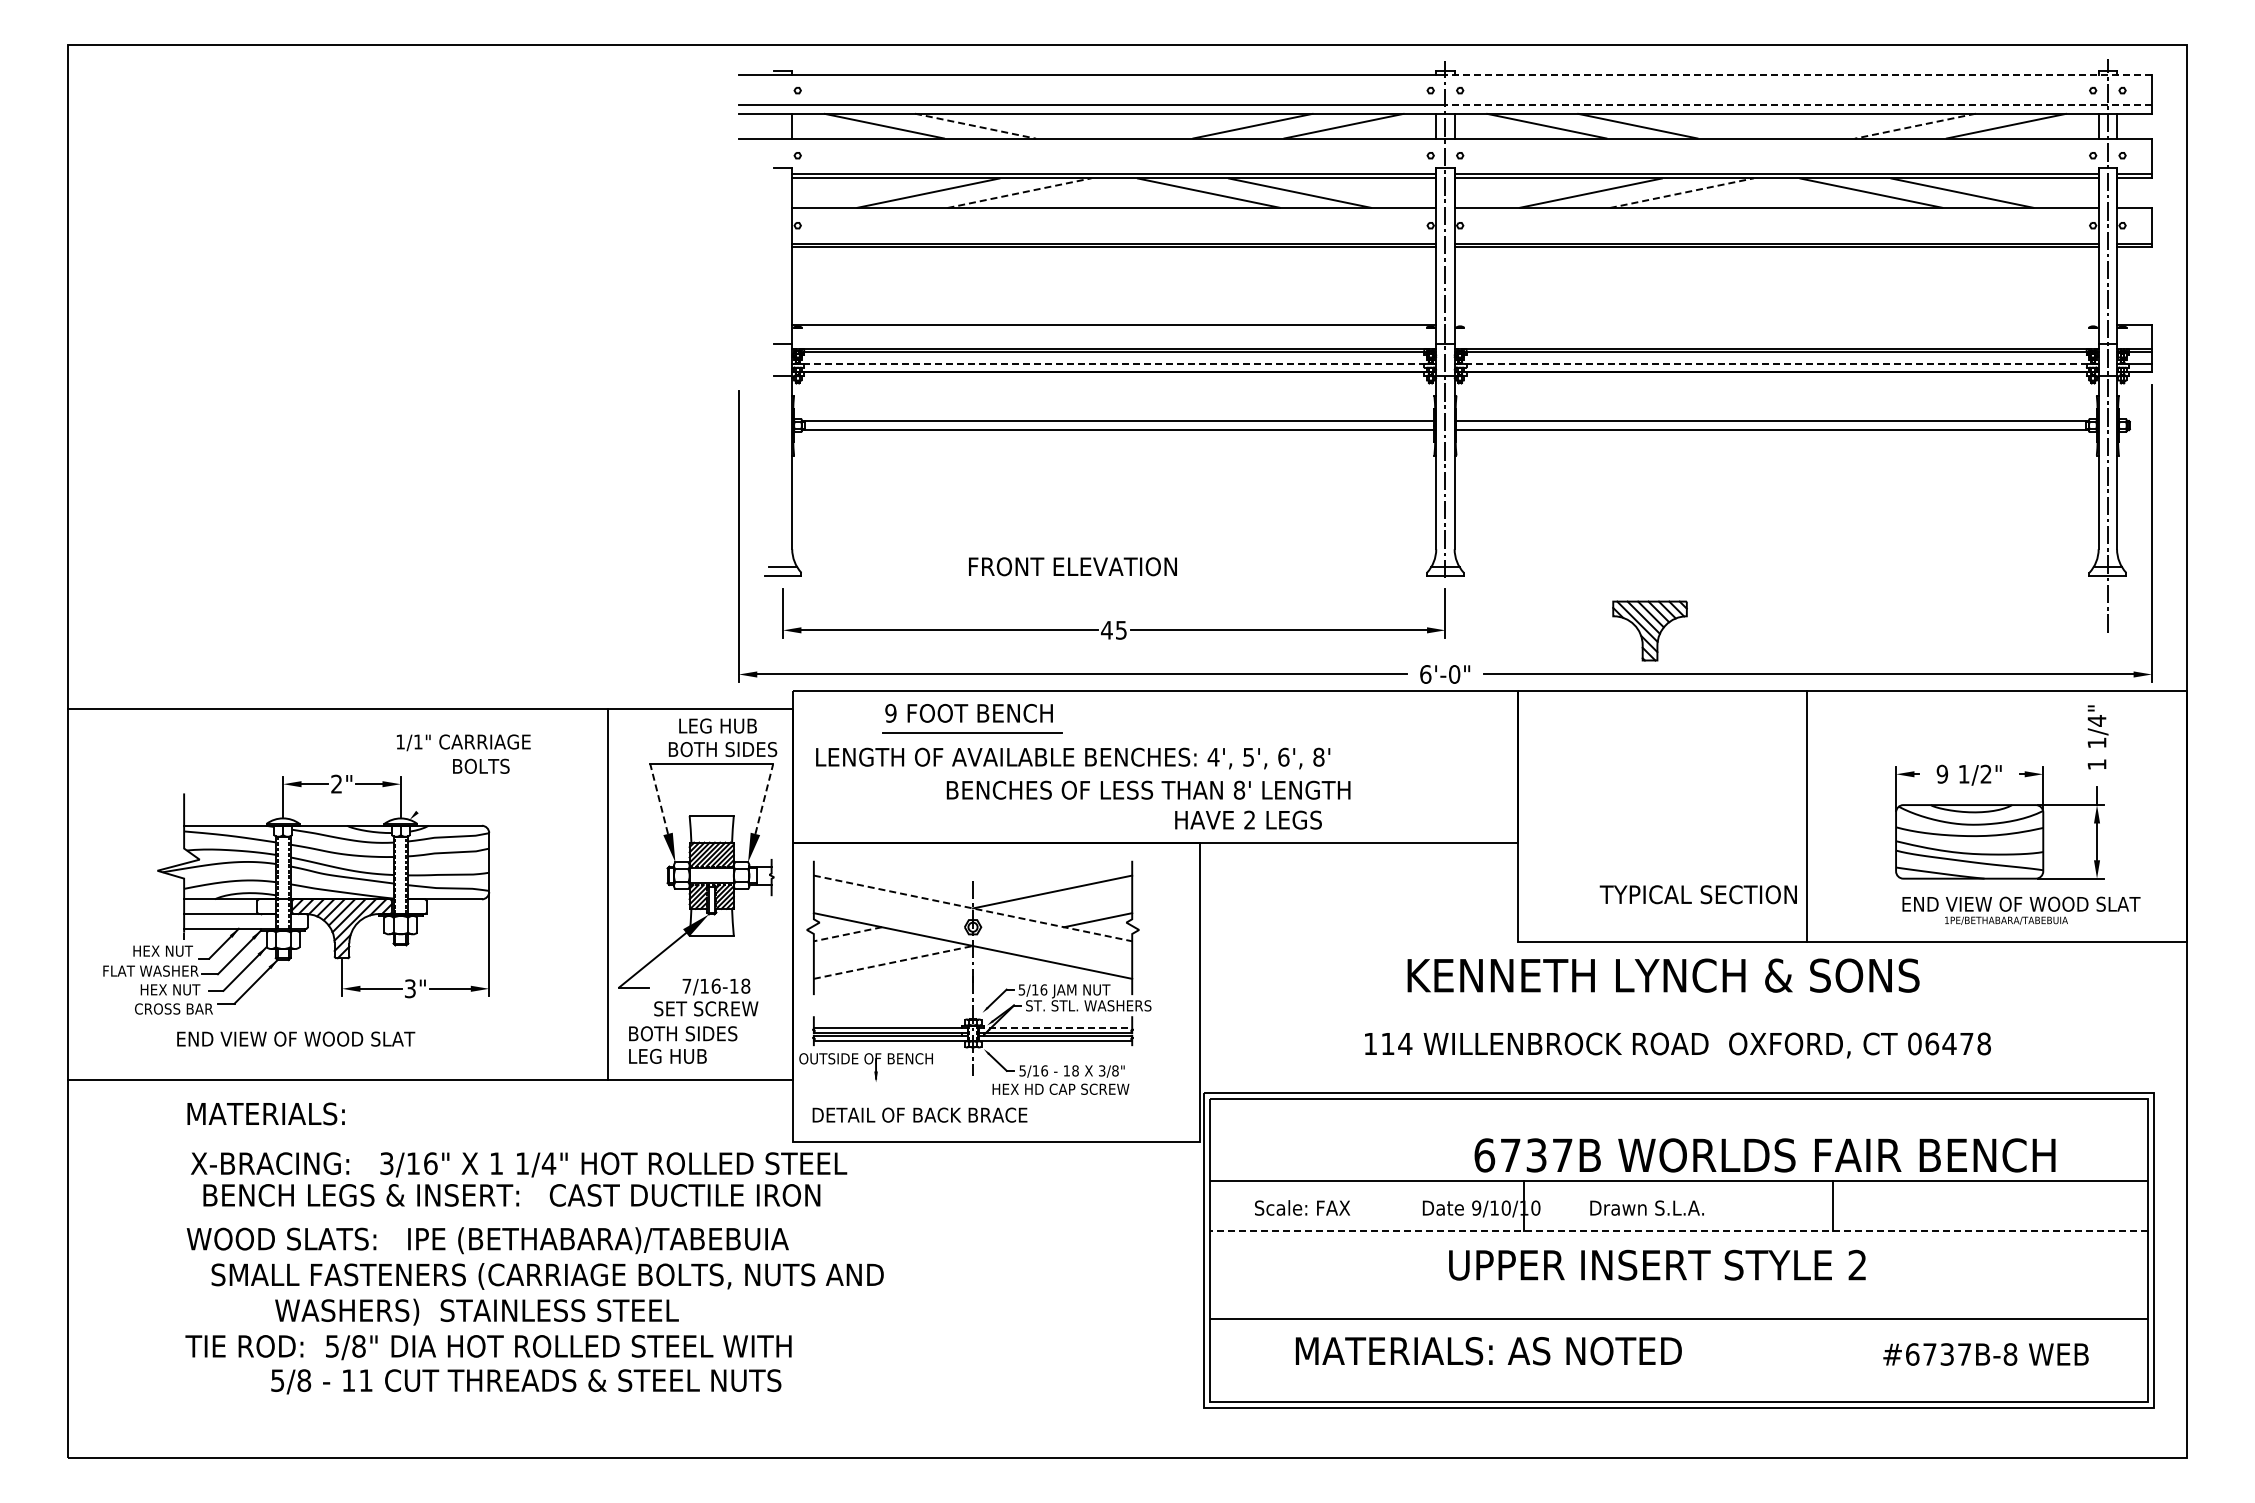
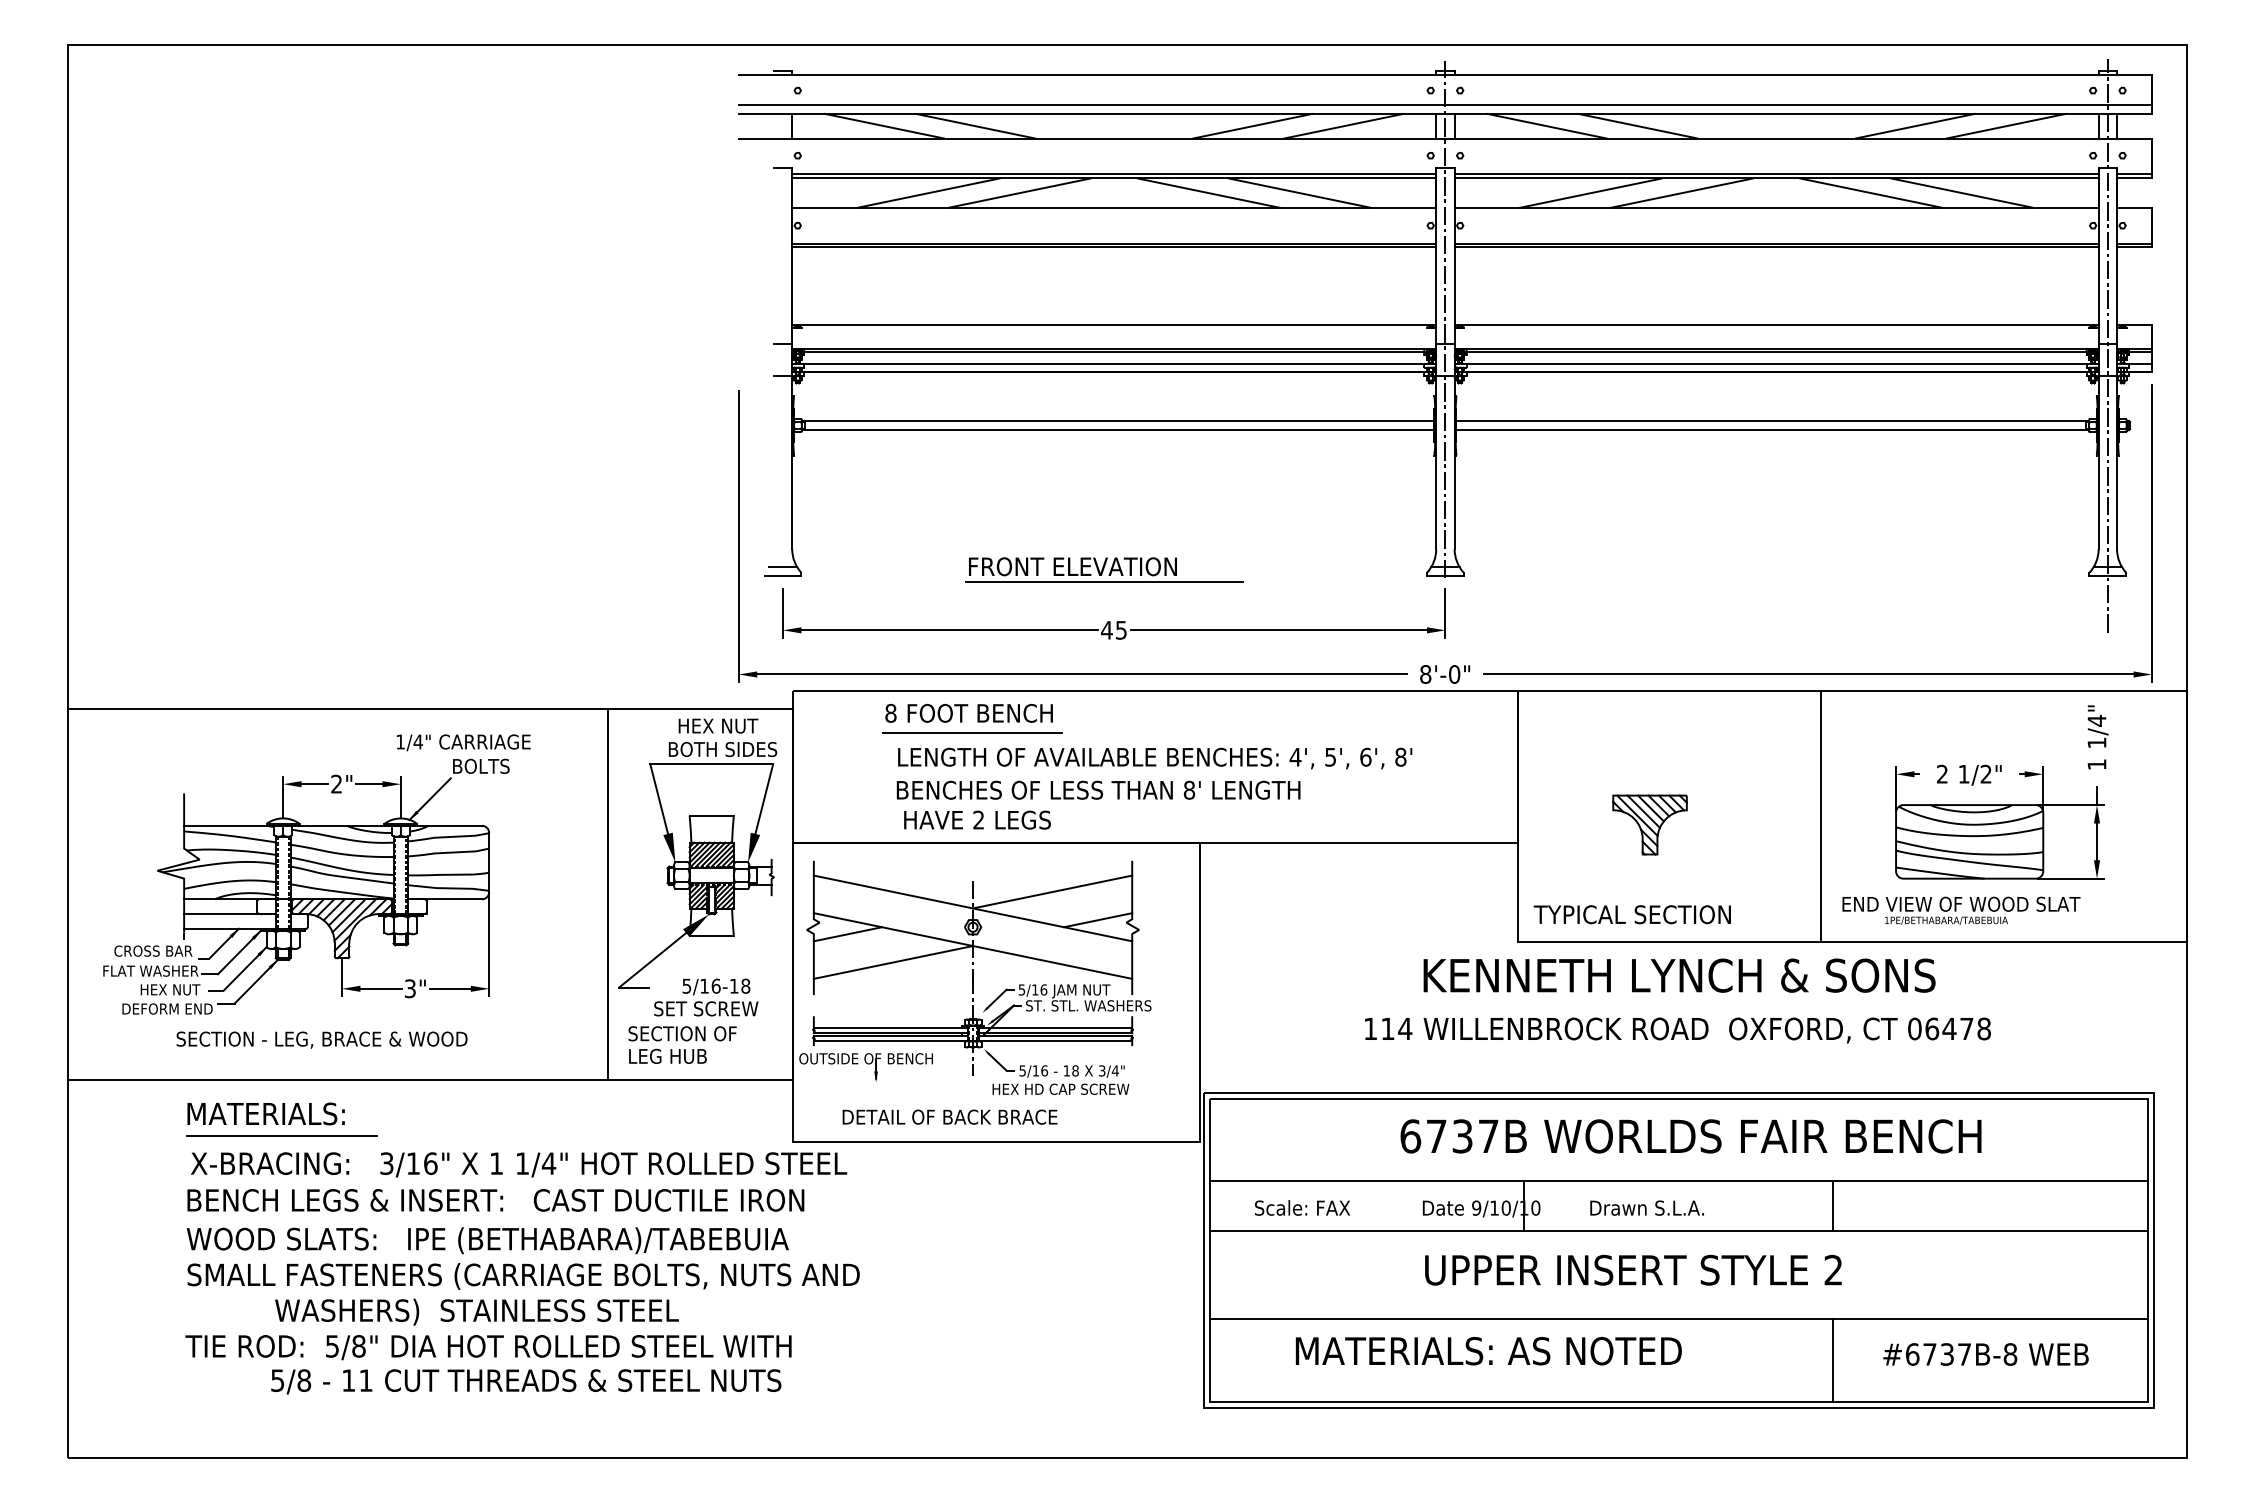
line at (1798, 74): dashed -> solid
line at (1798, 105): dashed -> solid
line at (975, 126): dashed -> solid
line at (1915, 126): dashed -> solid
line at (1019, 193): dashed -> solid
line at (1681, 193): dashed -> solid
line at (1776, 325): none -> present
line at (1114, 364): dashed -> solid
line at (1776, 364): dashed -> solid
line at (1104, 582): none -> present
part at (1649, 630) position: (1649, 630) -> (1649, 824)
text at (1425, 674): 6'-0" -> 8'-0"
text at (890, 713): 9 -> 8
text at (718, 725): LEG HUB -> HEX NUT
text at (417, 741): 1/1" -> 1/4"
text at (1073, 758) position: (1073, 758) -> (1155, 758)
text at (1942, 773): 9 -> 2
text at (1148, 789) position: (1148, 789) -> (1098, 789)
line at (429, 798): none -> present
line at (659, 799): dashed -> solid
line at (764, 799): dashed -> solid
line at (1807, 816) position: (1807, 816) -> (1821, 816)
text at (1248, 819) position: (1248, 819) -> (977, 819)
text at (1697, 894) position: (1697, 894) -> (1631, 914)
line at (973, 908): dashed -> solid
text at (2021, 910) position: (2021, 910) -> (1961, 910)
line at (847, 934): dashed -> solid
text at (153, 950): HEX NUT -> CROSS BAR
line at (893, 962): dashed -> solid
text at (1663, 975) position: (1663, 975) -> (1679, 975)
text at (686, 986): 7/16-18 -> 5/16-18
text at (167, 1008): CROSS BAR -> DEFORM END
line at (1055, 1027): dashed -> solid
text at (682, 1033): BOTH SIDES -> SECTION OF
text at (321, 1039): END VIEW OF WOOD SLAT -> SECTION - LEG, BRACE & WOOD
text at (1677, 1045) position: (1677, 1045) -> (1677, 1030)
text at (1114, 1070): 3/8" -> 3/4"
text at (919, 1114) position: (919, 1114) -> (949, 1116)
line at (281, 1136): none -> present
text at (1764, 1155) position: (1764, 1155) -> (1690, 1136)
text at (511, 1195) position: (511, 1195) -> (495, 1200)
line at (1678, 1231): dashed -> solid
text at (1657, 1264) position: (1657, 1264) -> (1633, 1269)
text at (547, 1276) position: (547, 1276) -> (523, 1276)
line at (1833, 1360): none -> present
